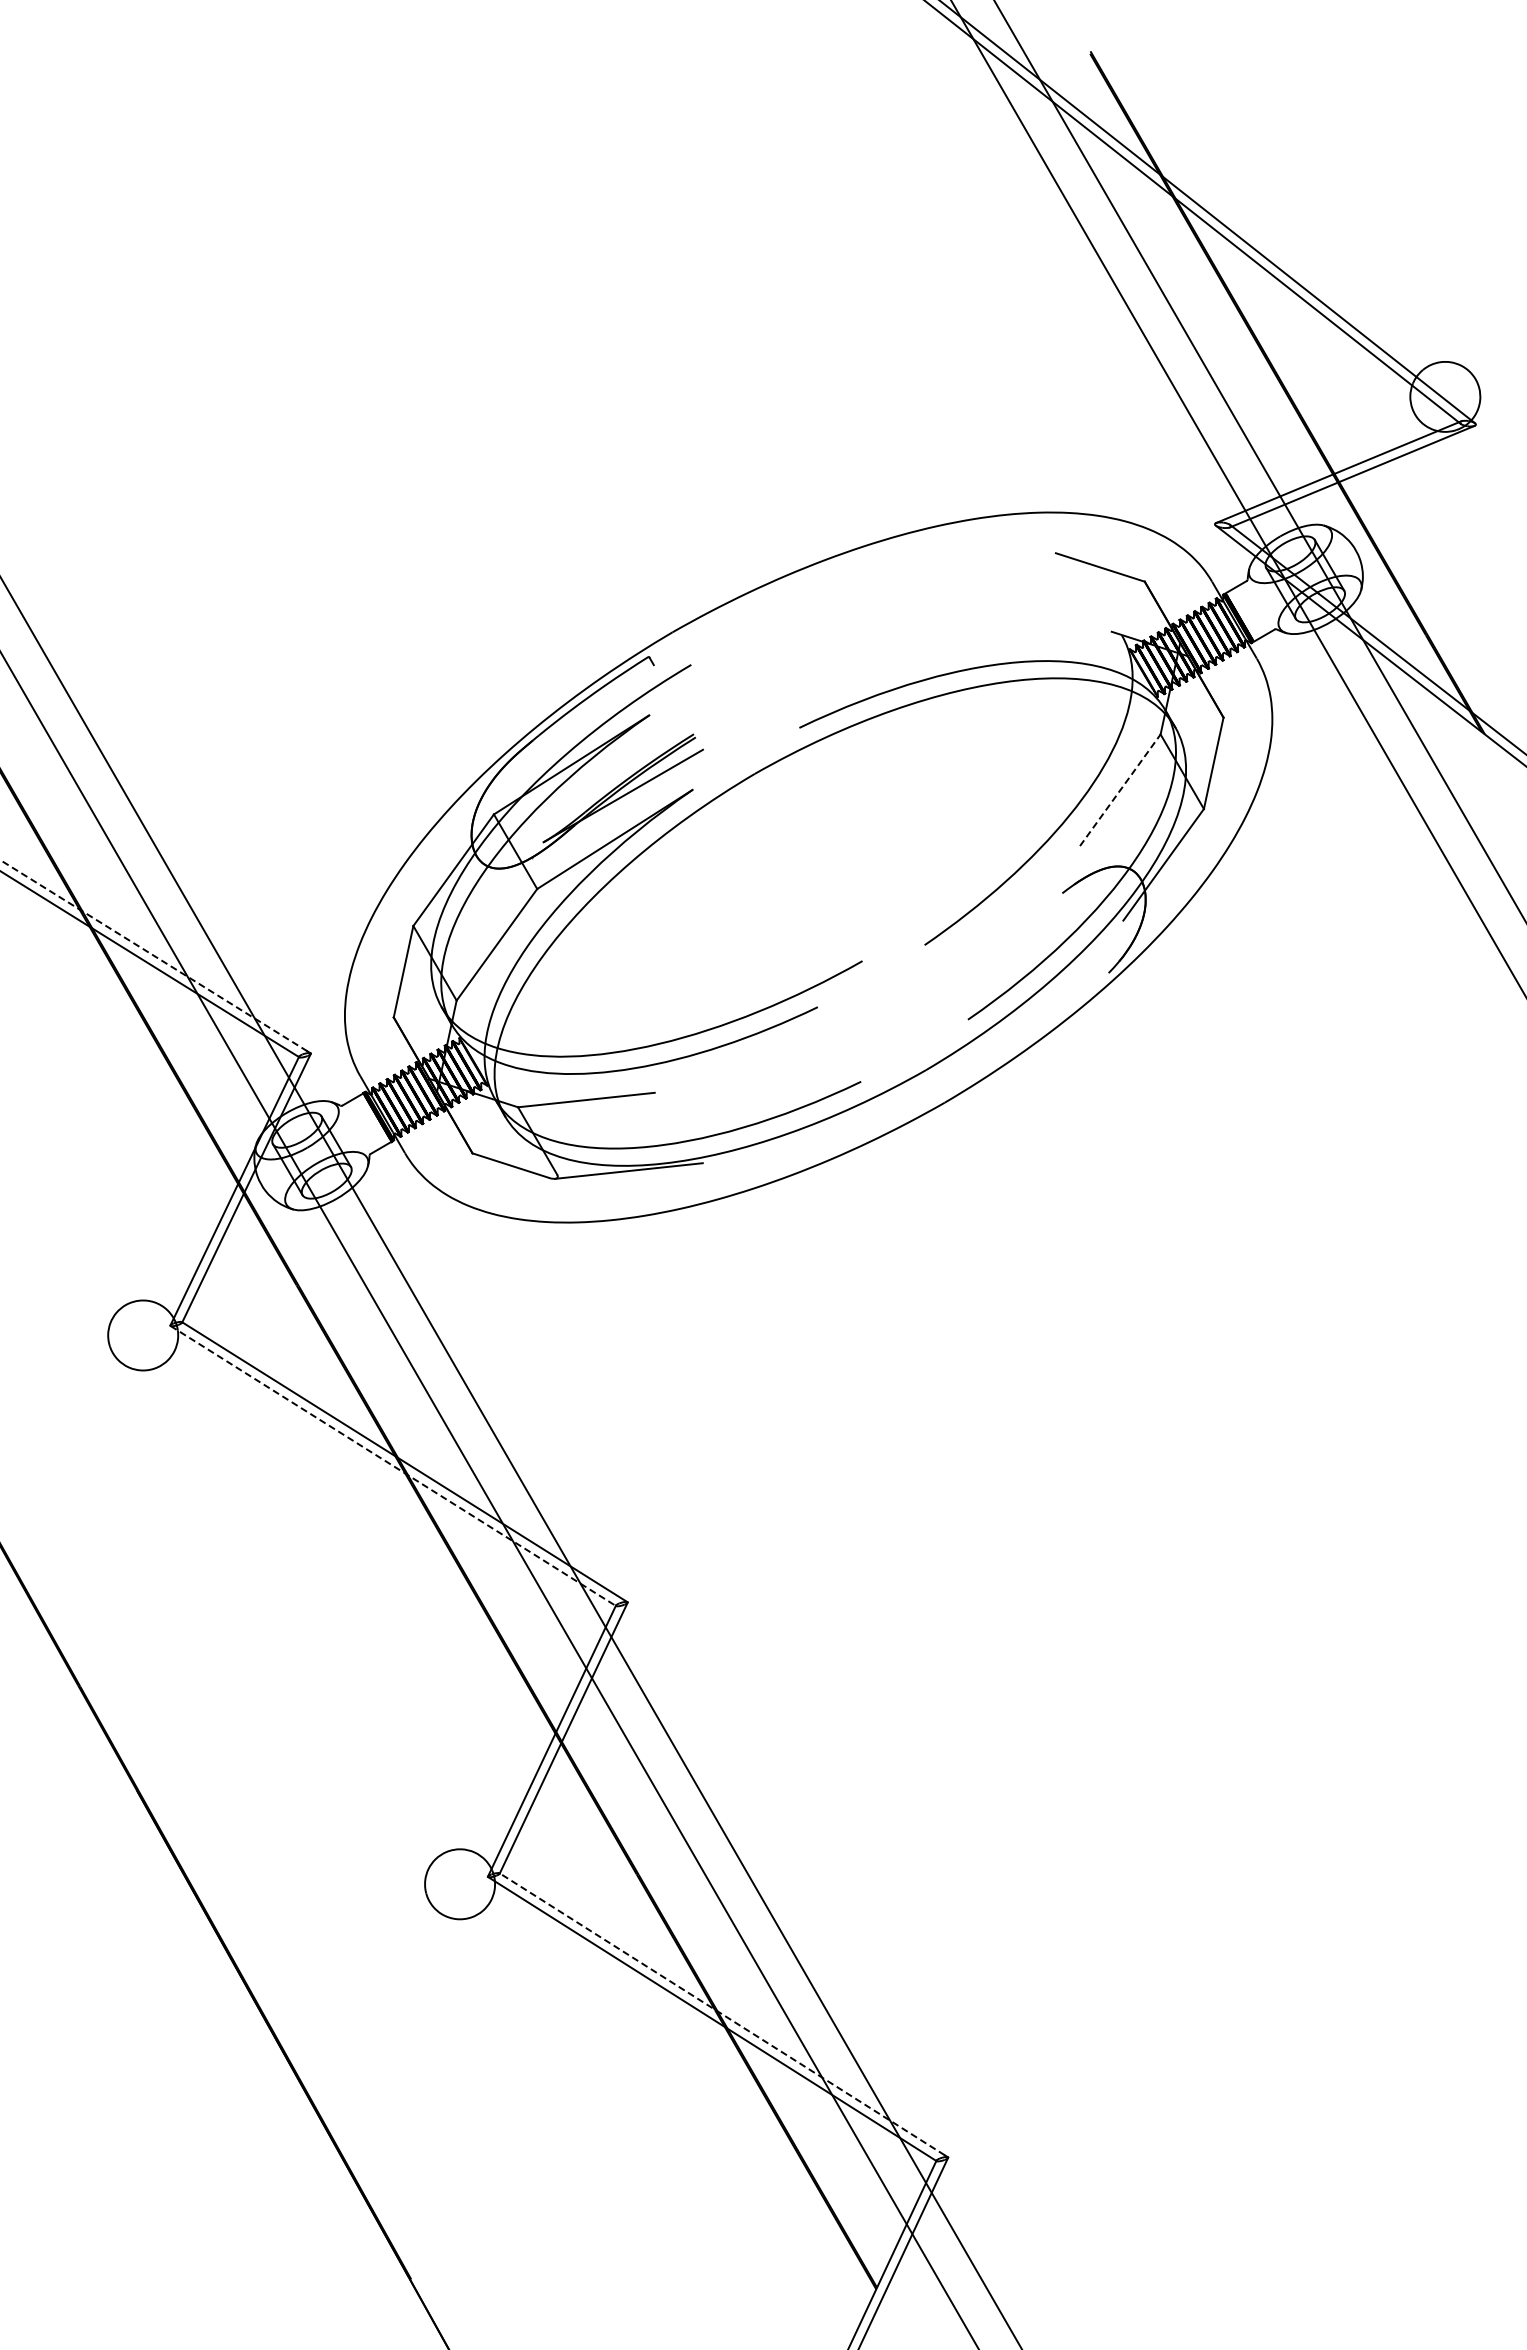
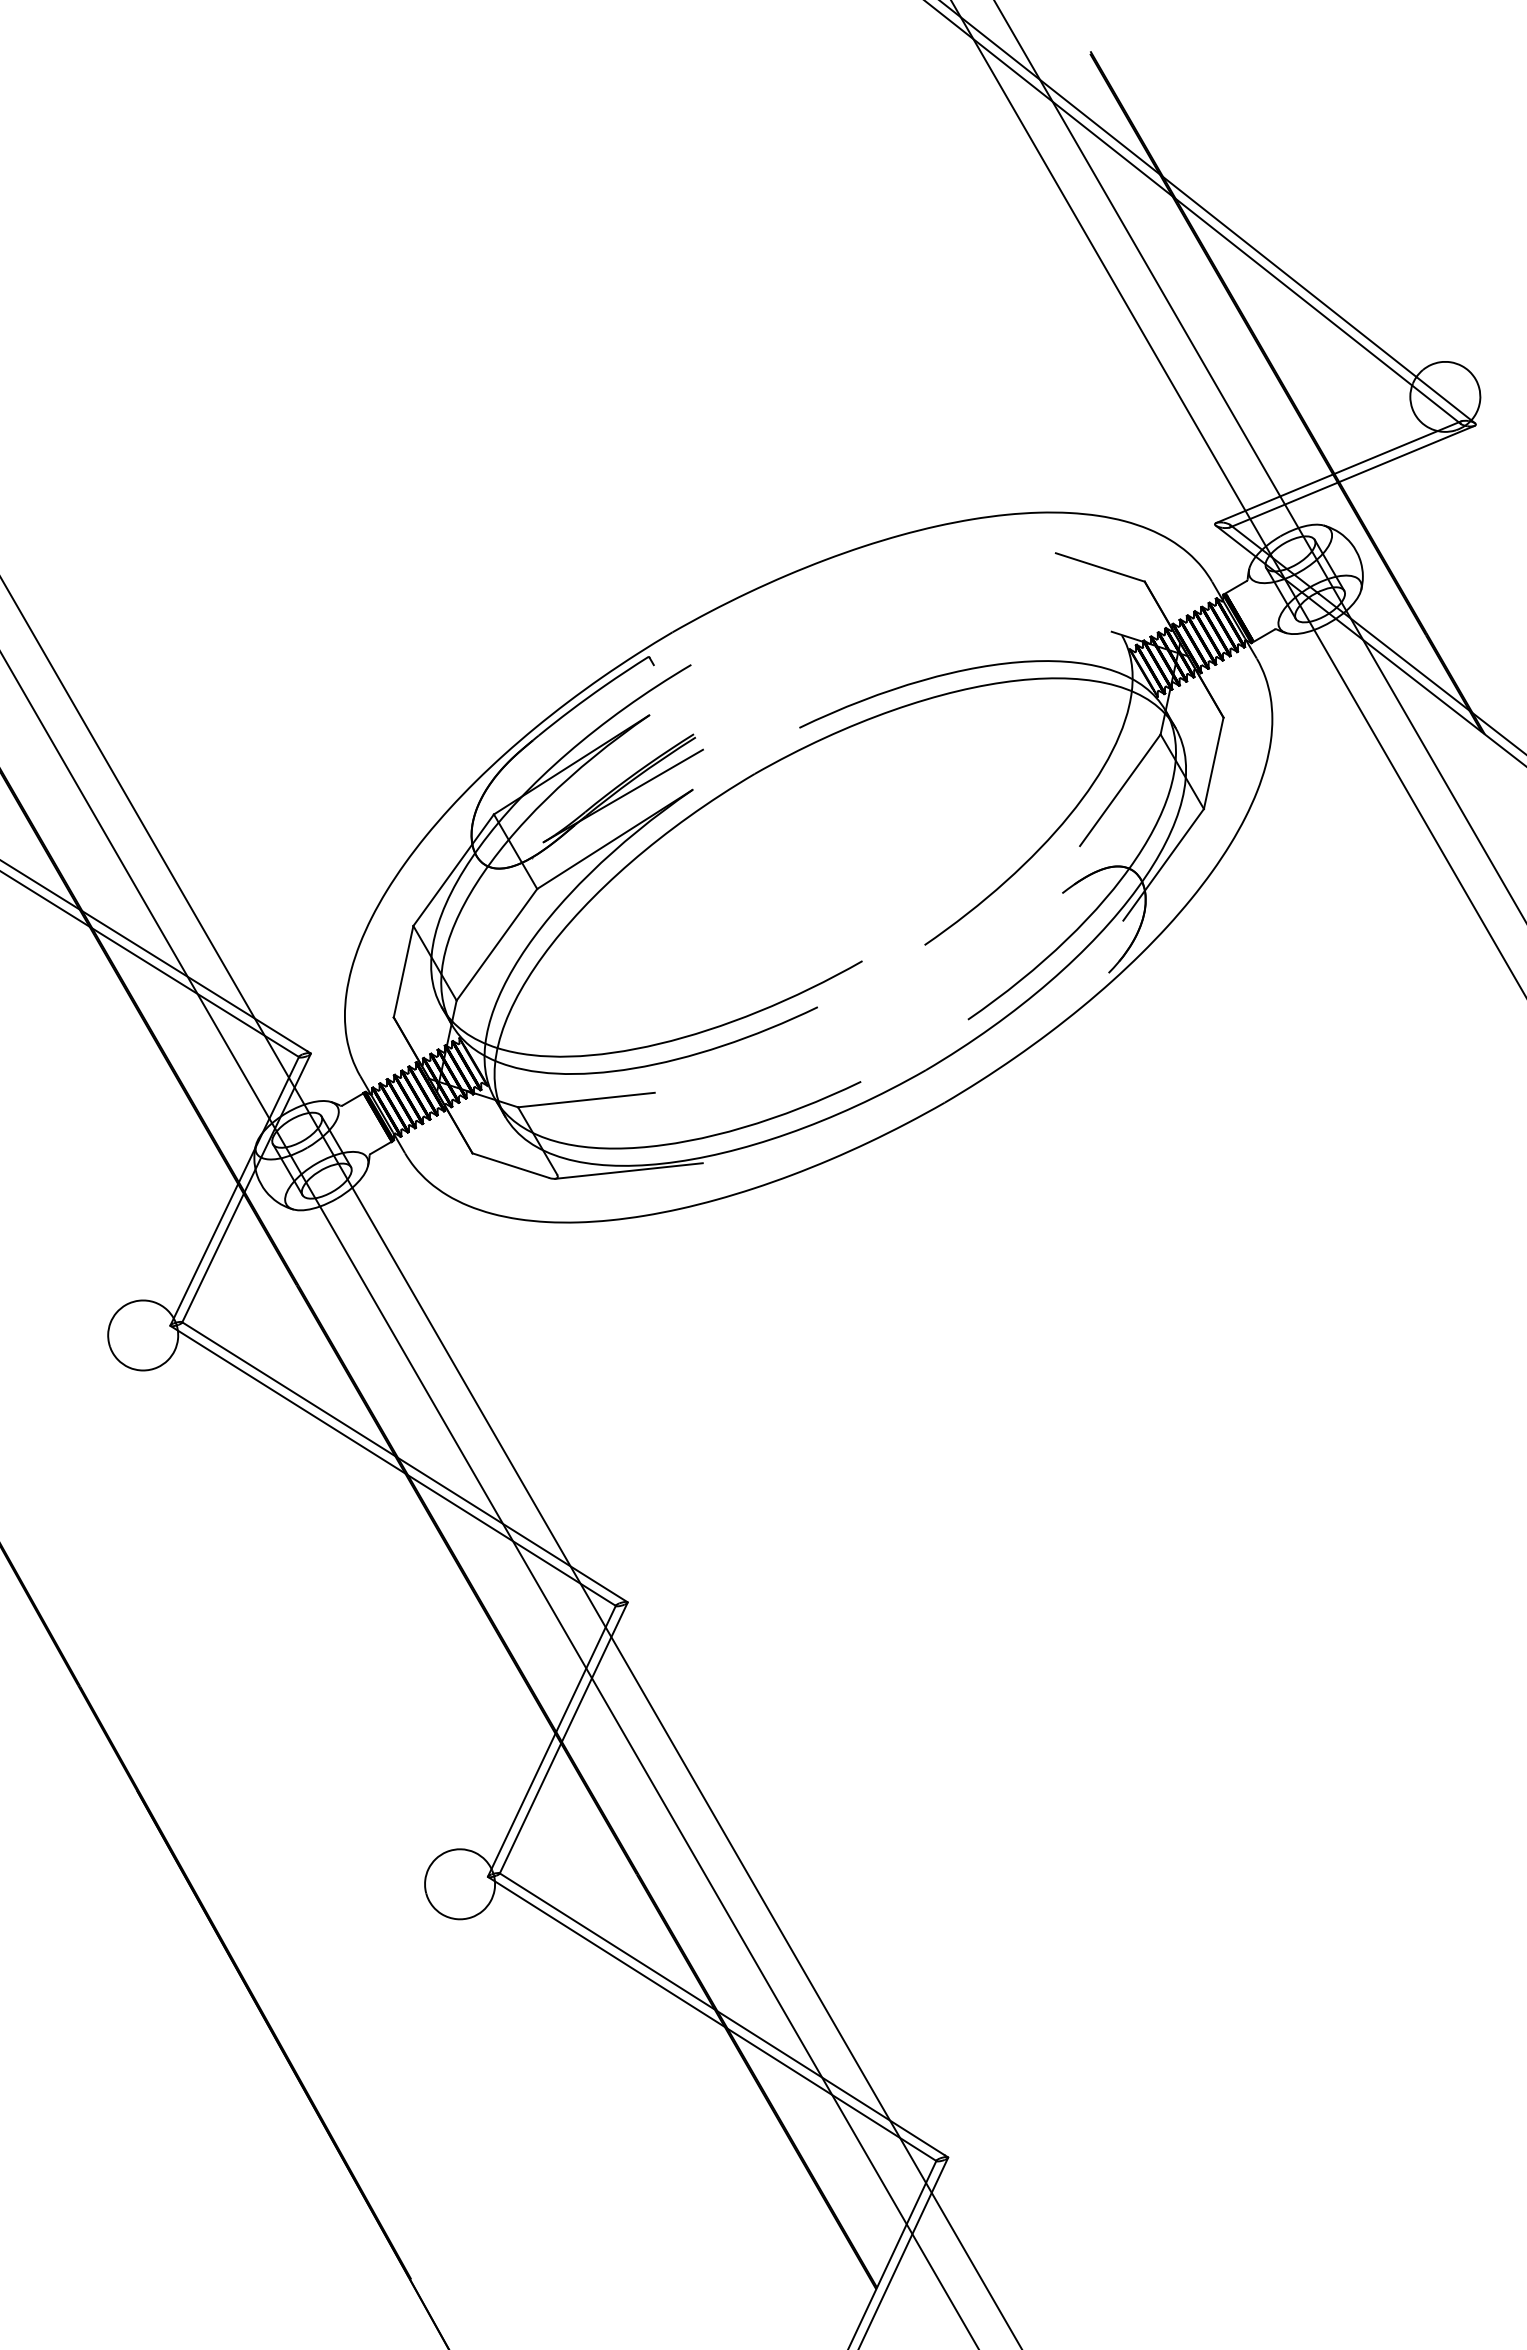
line at (1120, 790): dashed -> solid
line at (153, 955): dashed -> solid
line at (393, 1466): dashed -> solid
line at (722, 2014): dashed -> solid
